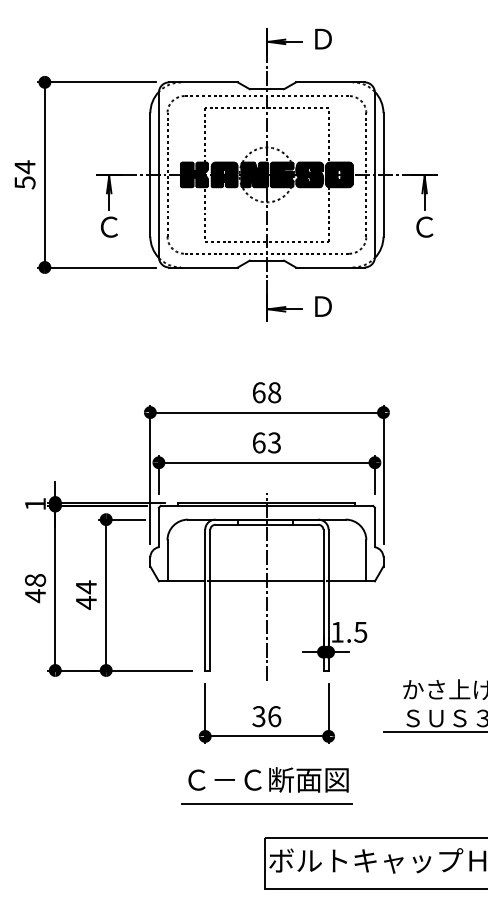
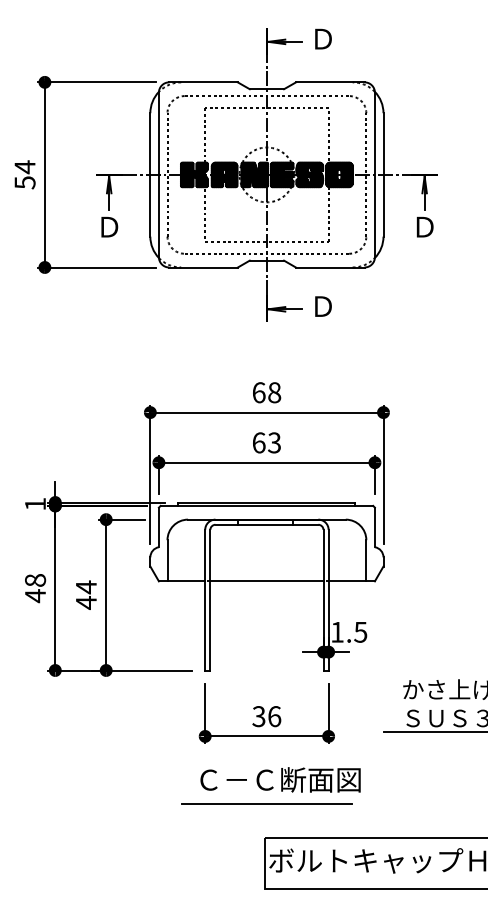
text at (109, 226): Ｃ -> Ｄ
text at (424, 226): Ｃ -> Ｄ
line at (266, 586): present -> none
text at (268, 779) position: (268, 779) -> (280, 779)
